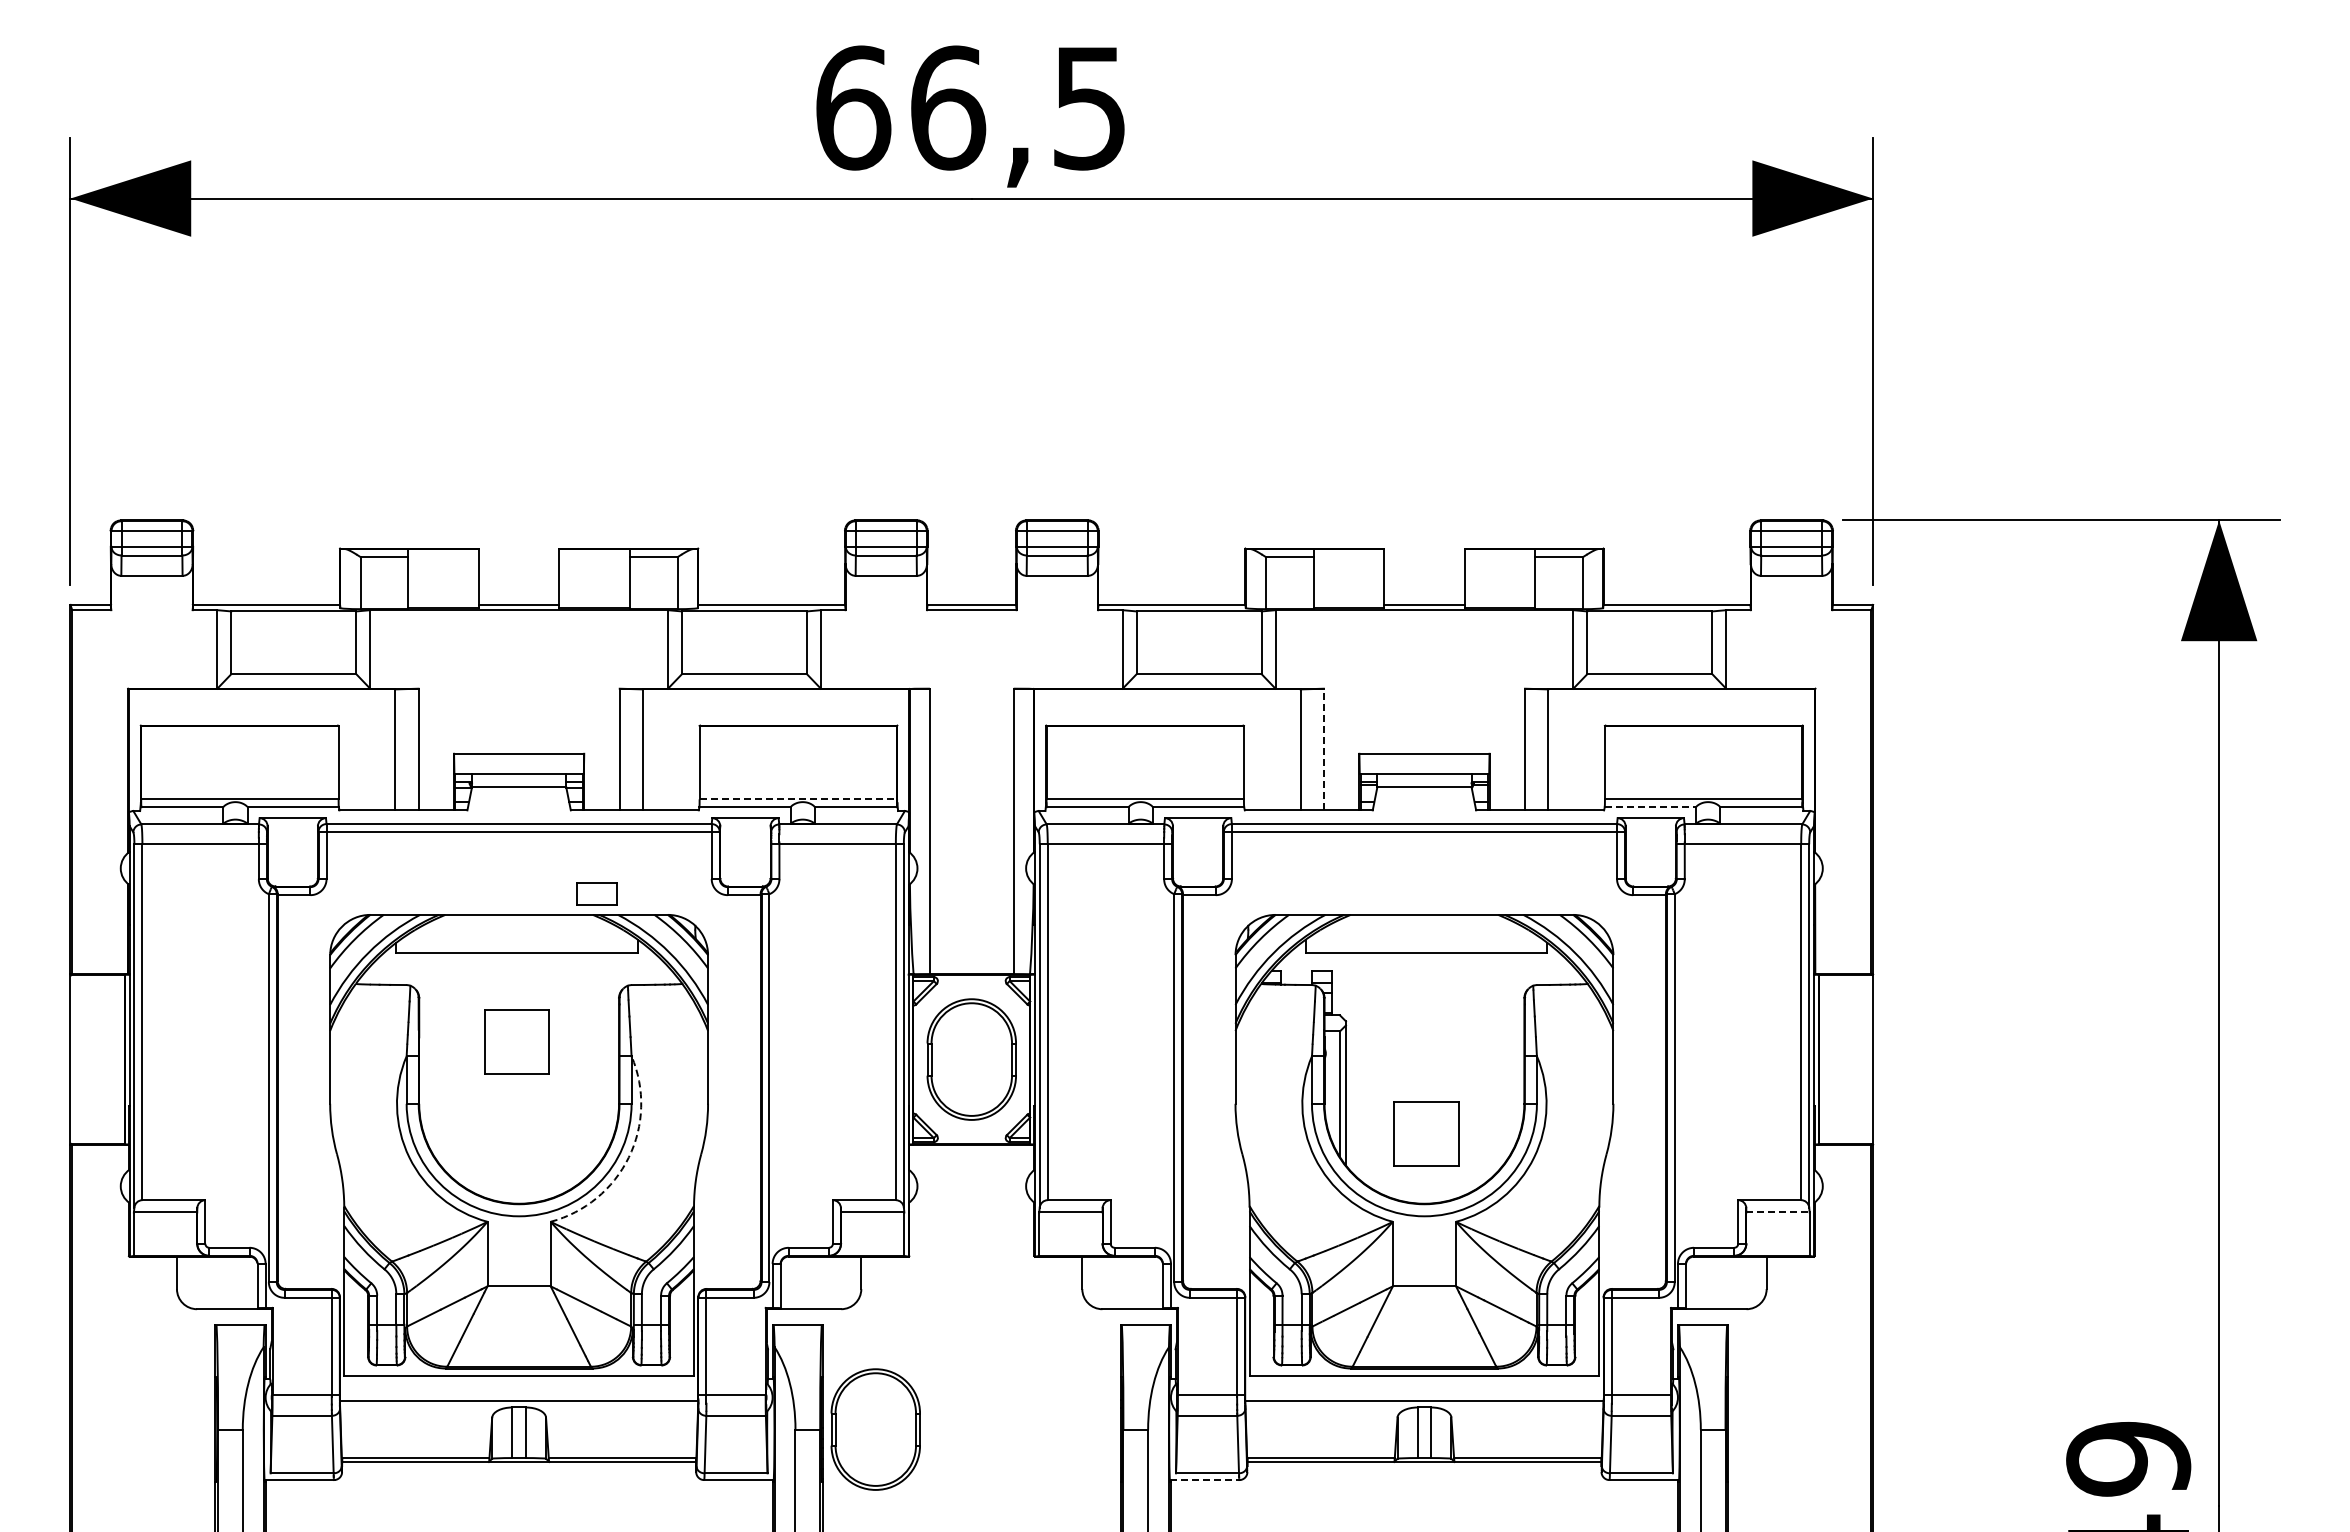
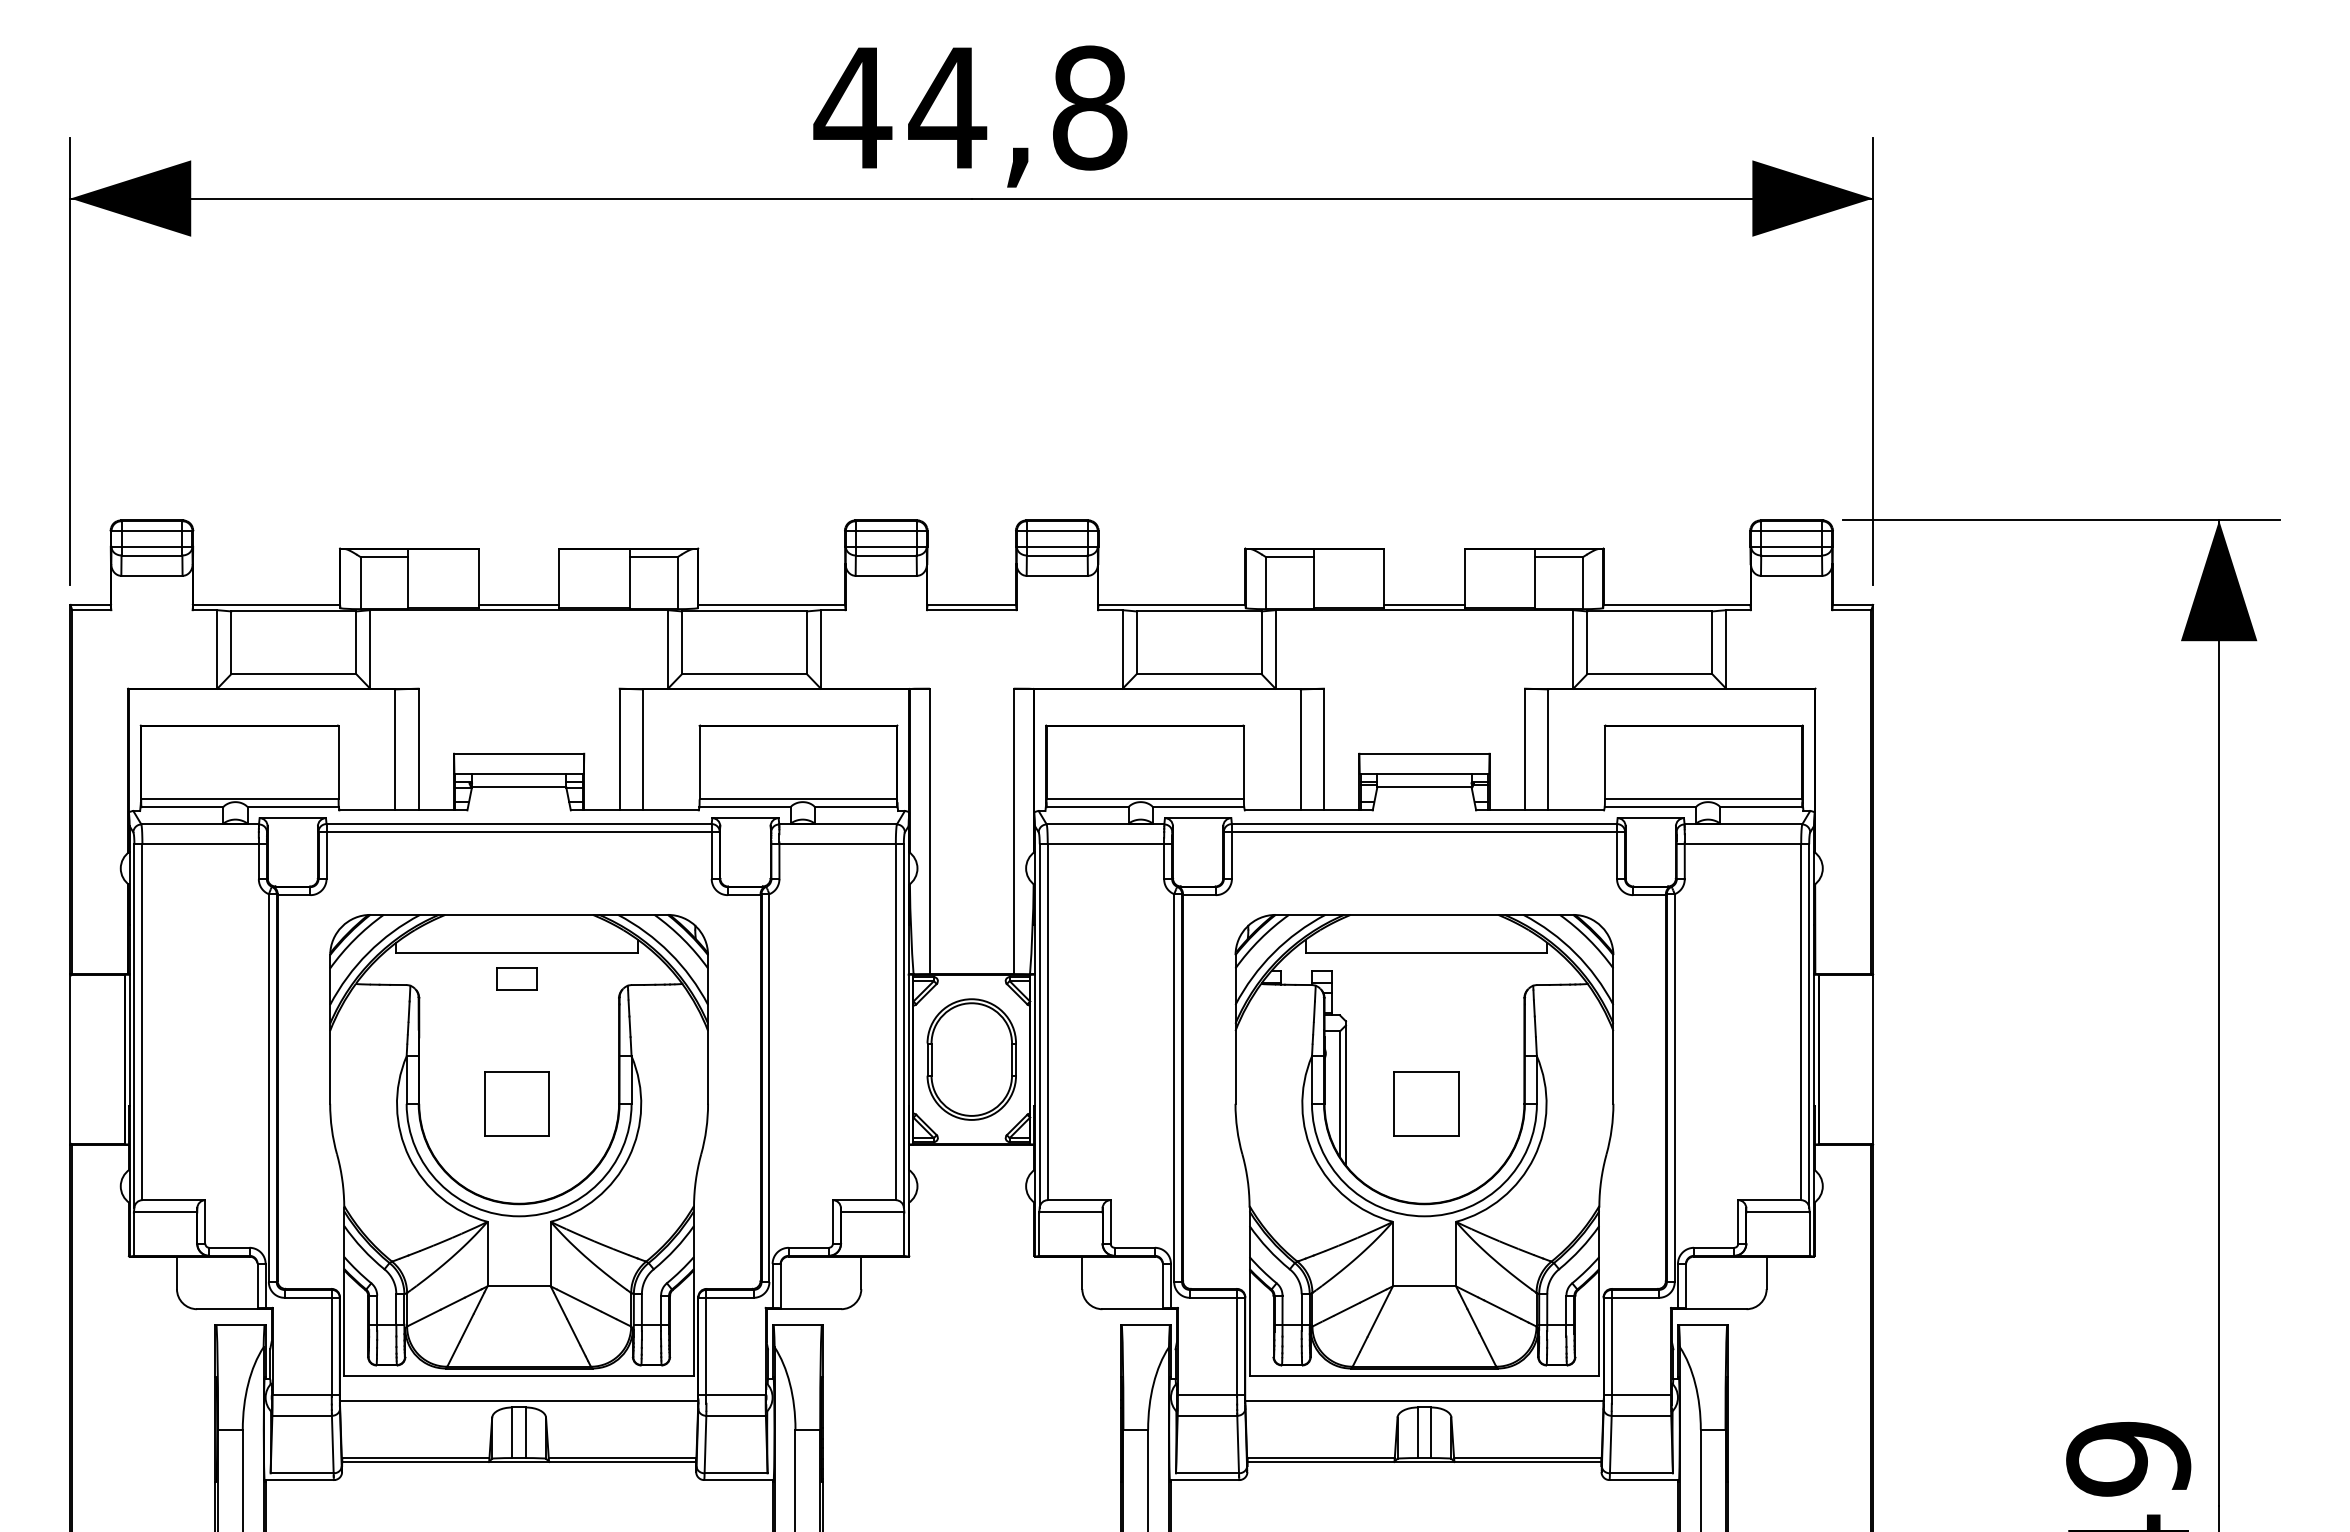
text at (970, 107): 66,5 -> 44,8
line at (1323, 749): dashed -> solid
line at (798, 799): dashed -> solid
line at (1650, 807): dashed -> solid
part at (596, 893) position: (596, 893) -> (516, 978)
part at (516, 1041) position: (516, 1041) -> (516, 1103)
part at (1426, 1133) position: (1426, 1133) -> (1426, 1103)
arc at (628, 1157): dashed -> solid
line at (1778, 1212): dashed -> solid
part at (875, 1429): present -> none
line at (1204, 1480): dashed -> solid
